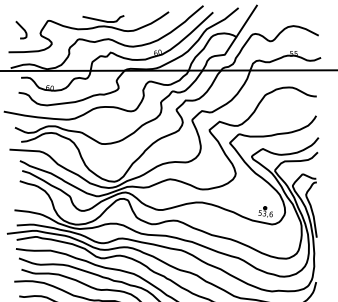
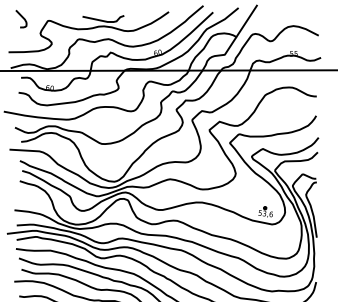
curve at (22, 29) position: (22, 29) -> (22, 18)
